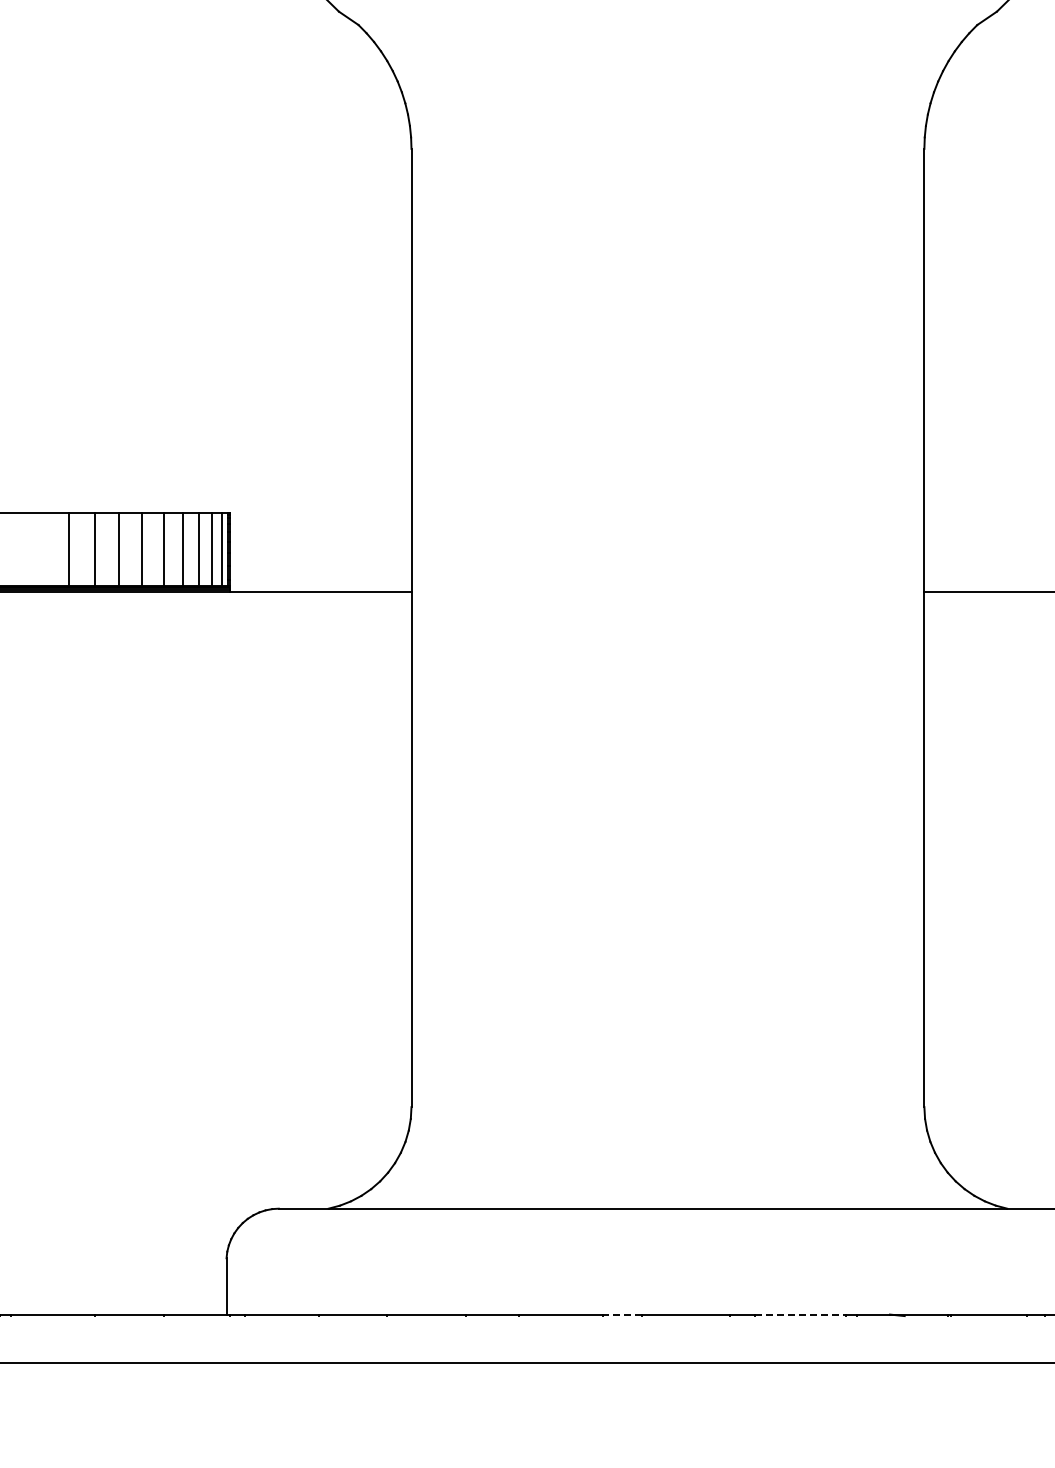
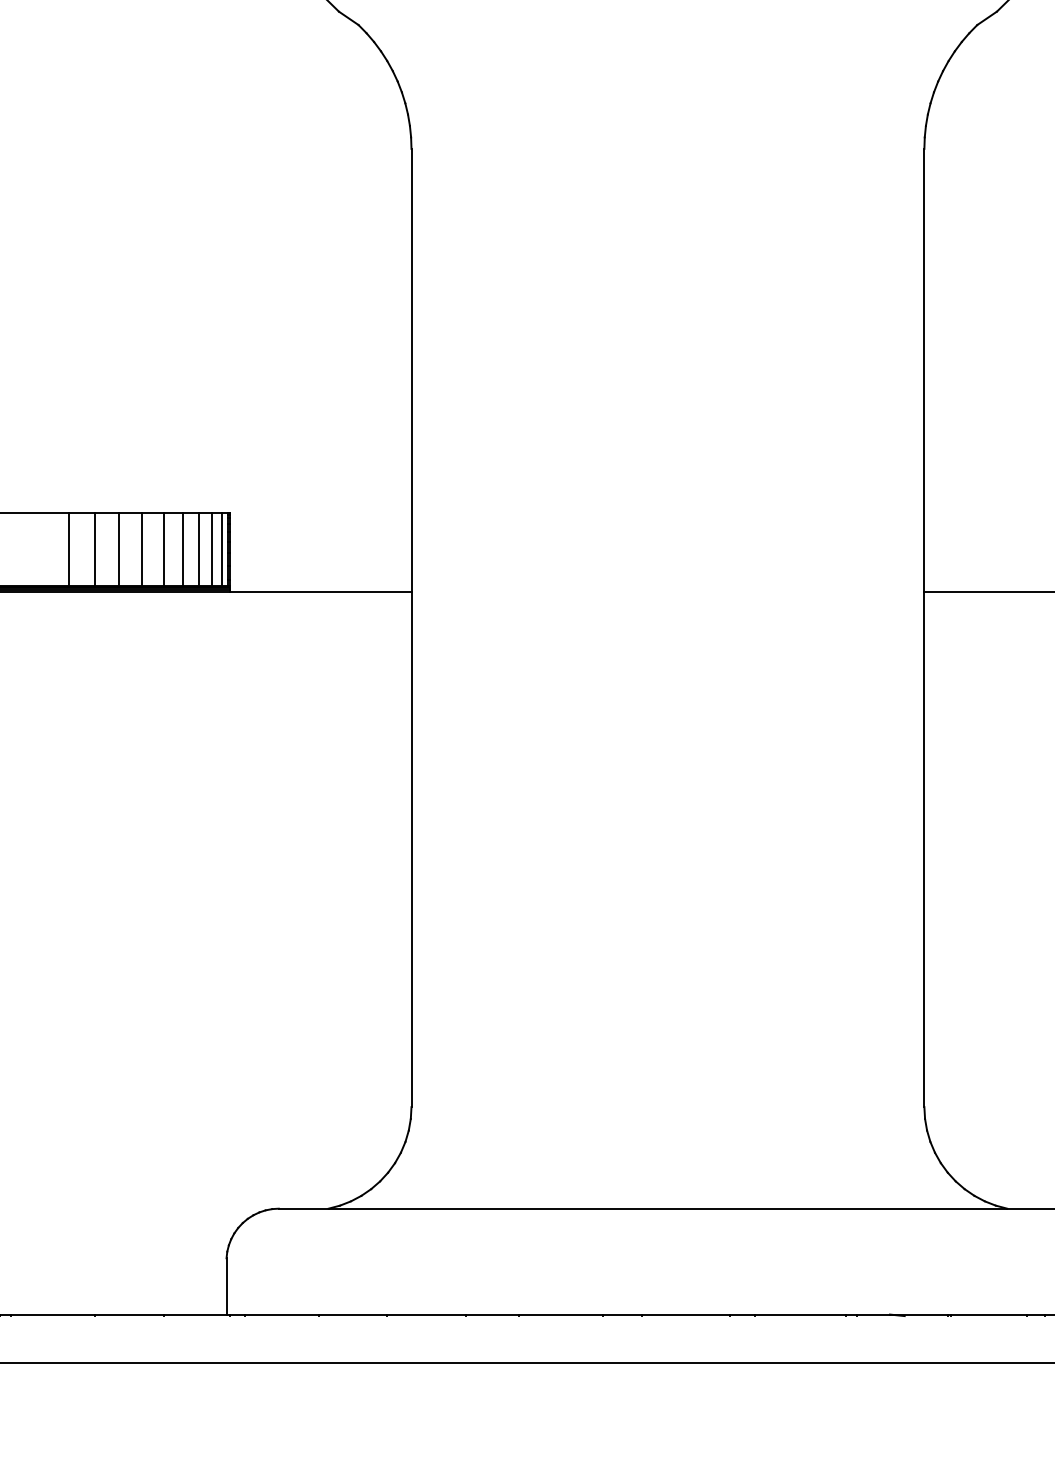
line at (622, 1314): dashed -> solid
line at (800, 1314): dashed -> solid
